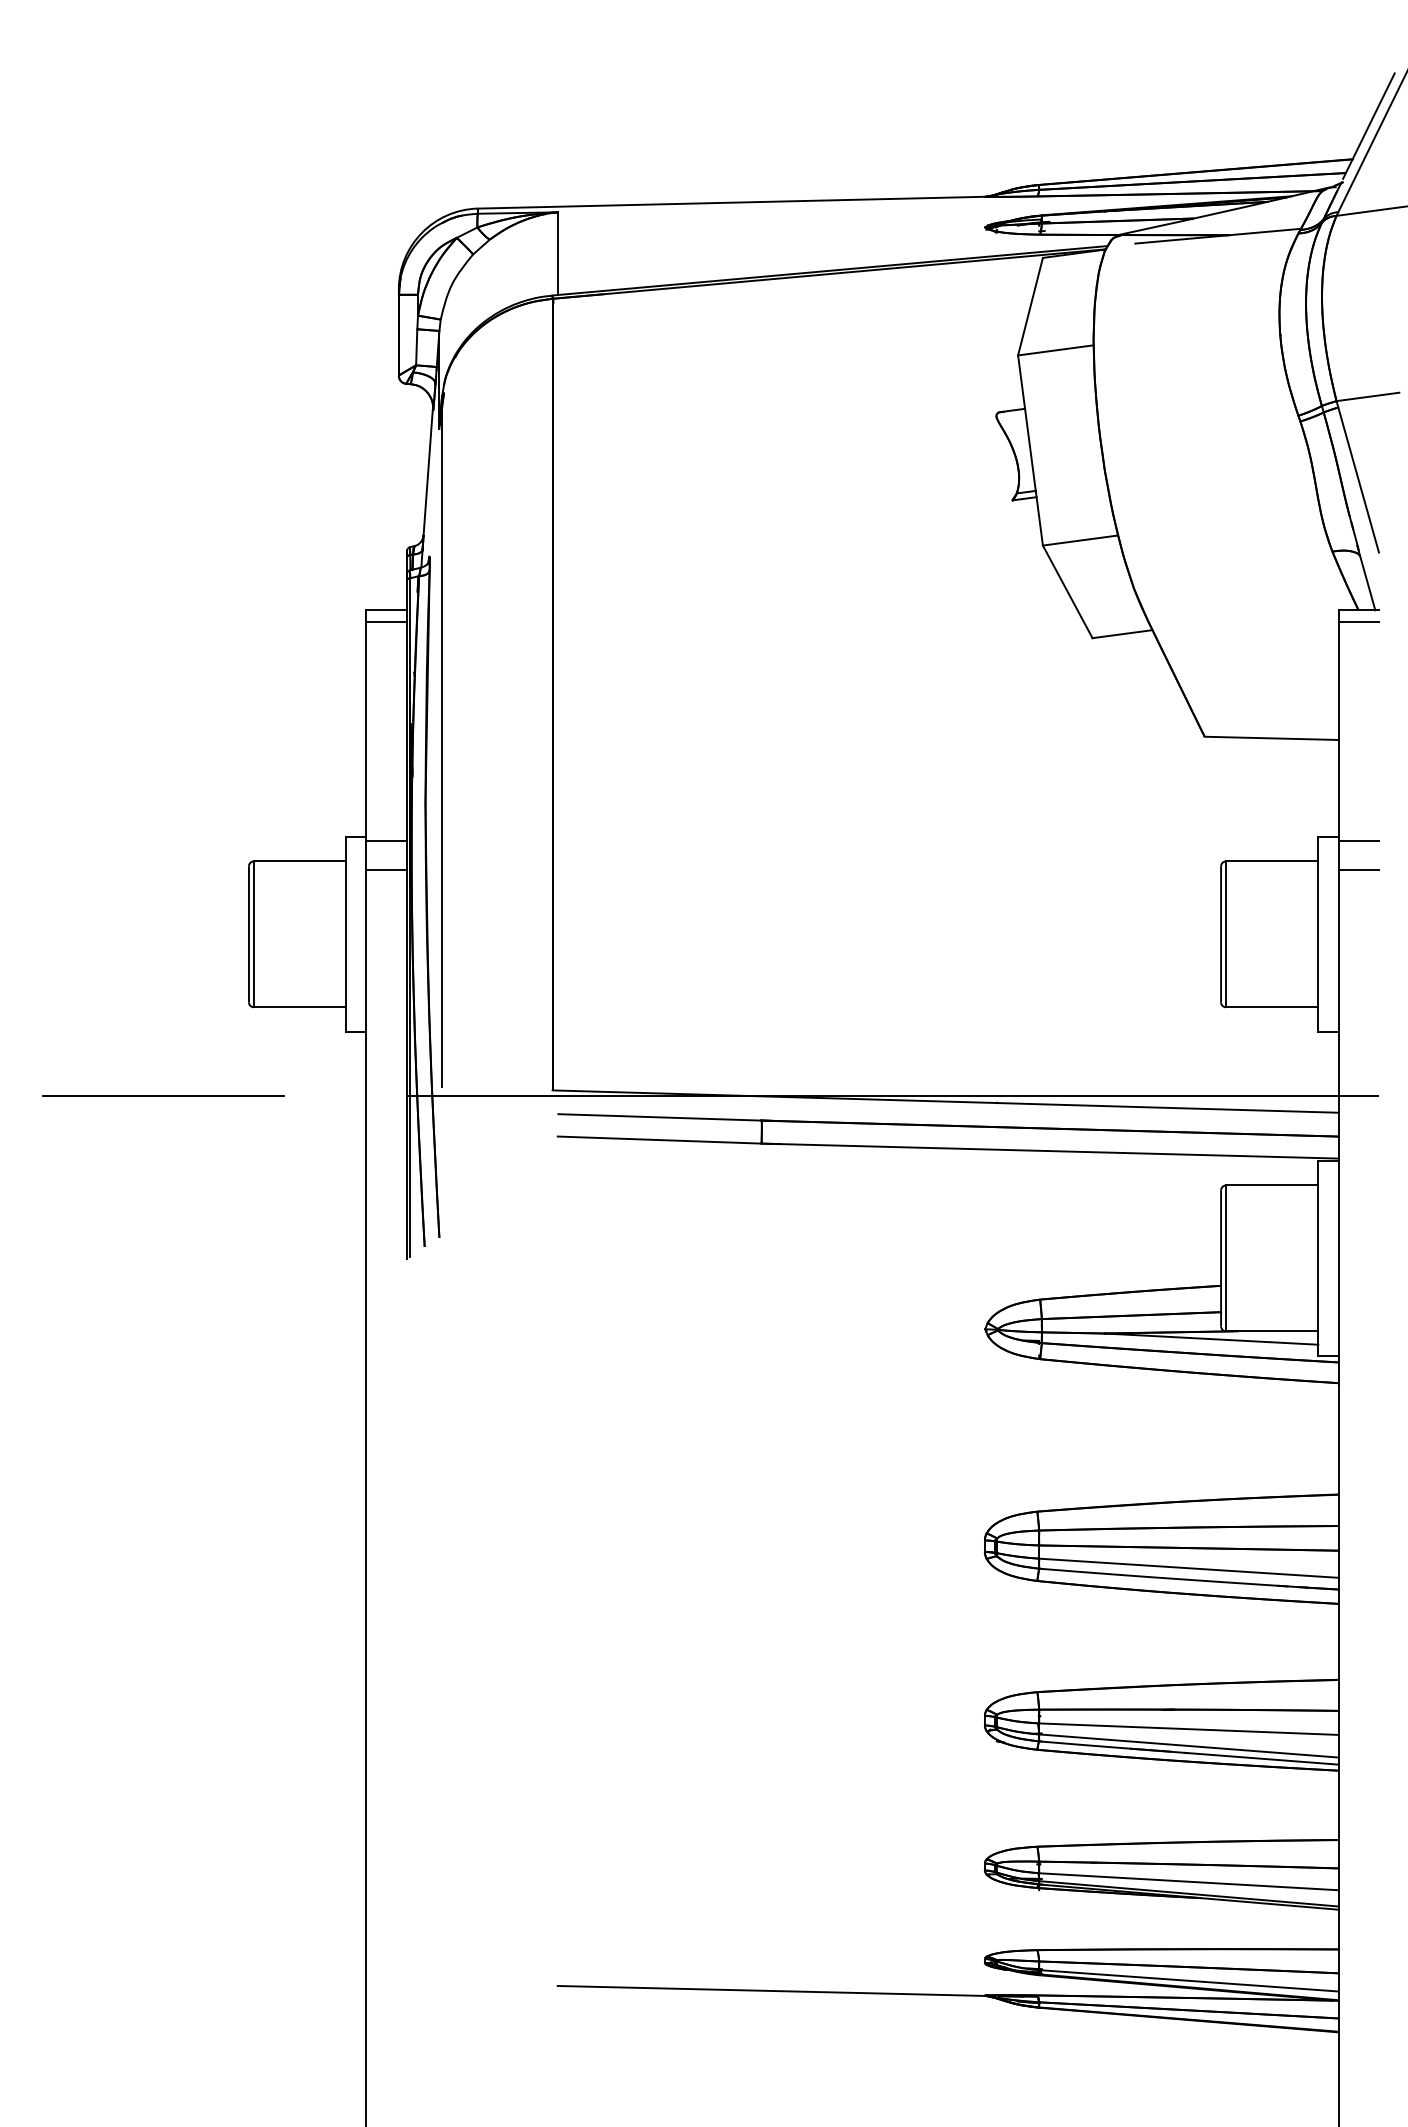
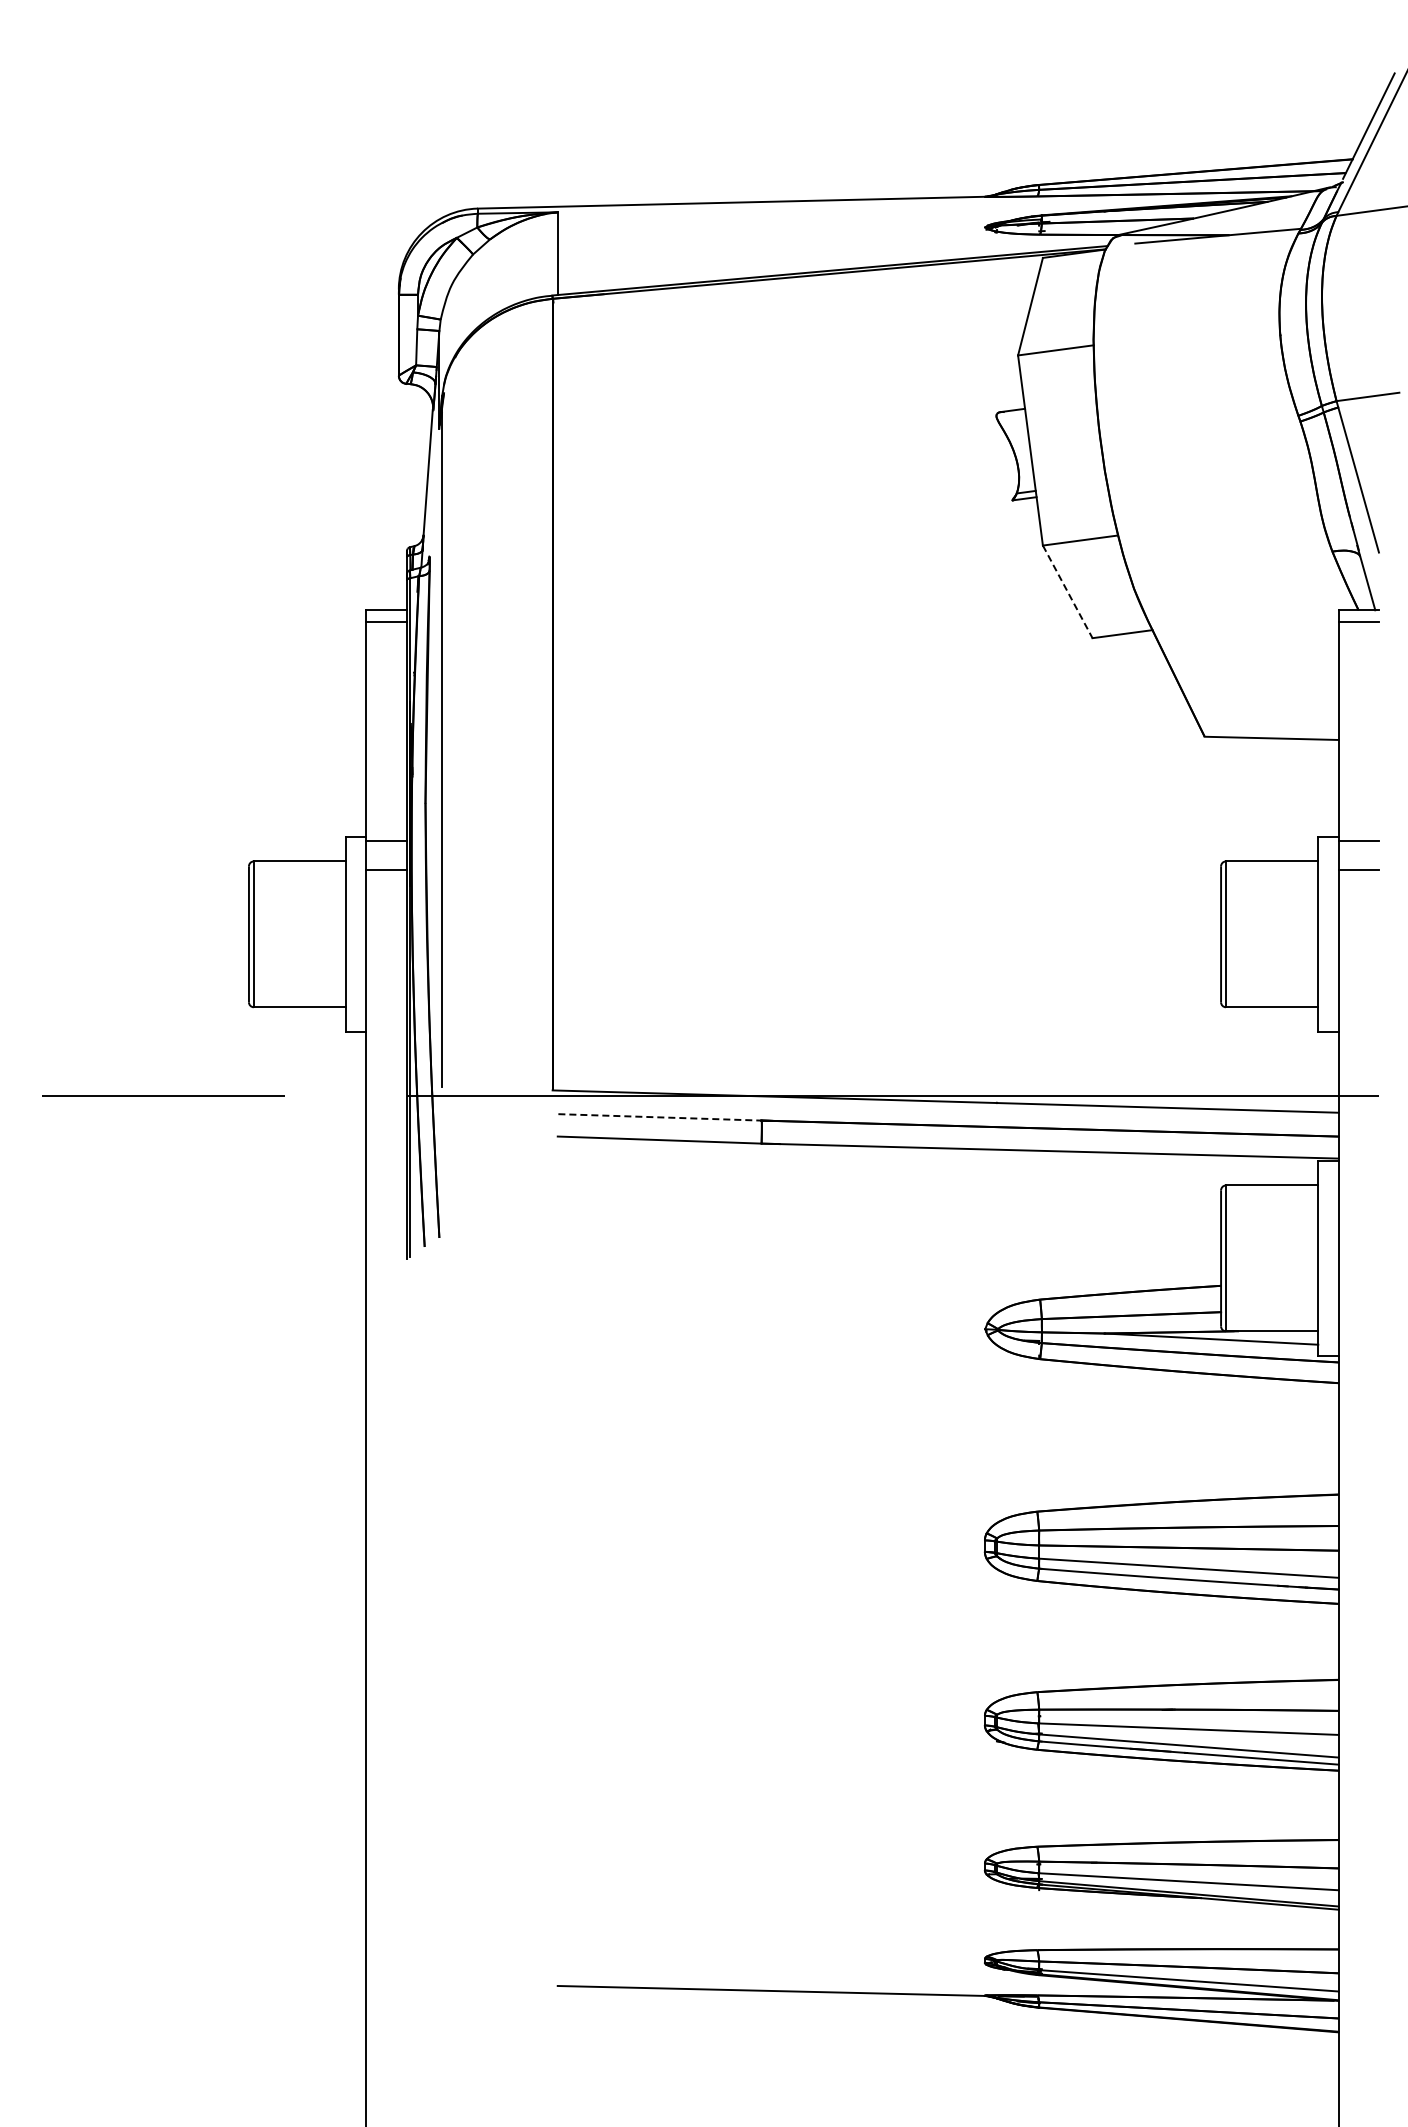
line at (1067, 591): solid -> dashed
line at (660, 1117): solid -> dashed
